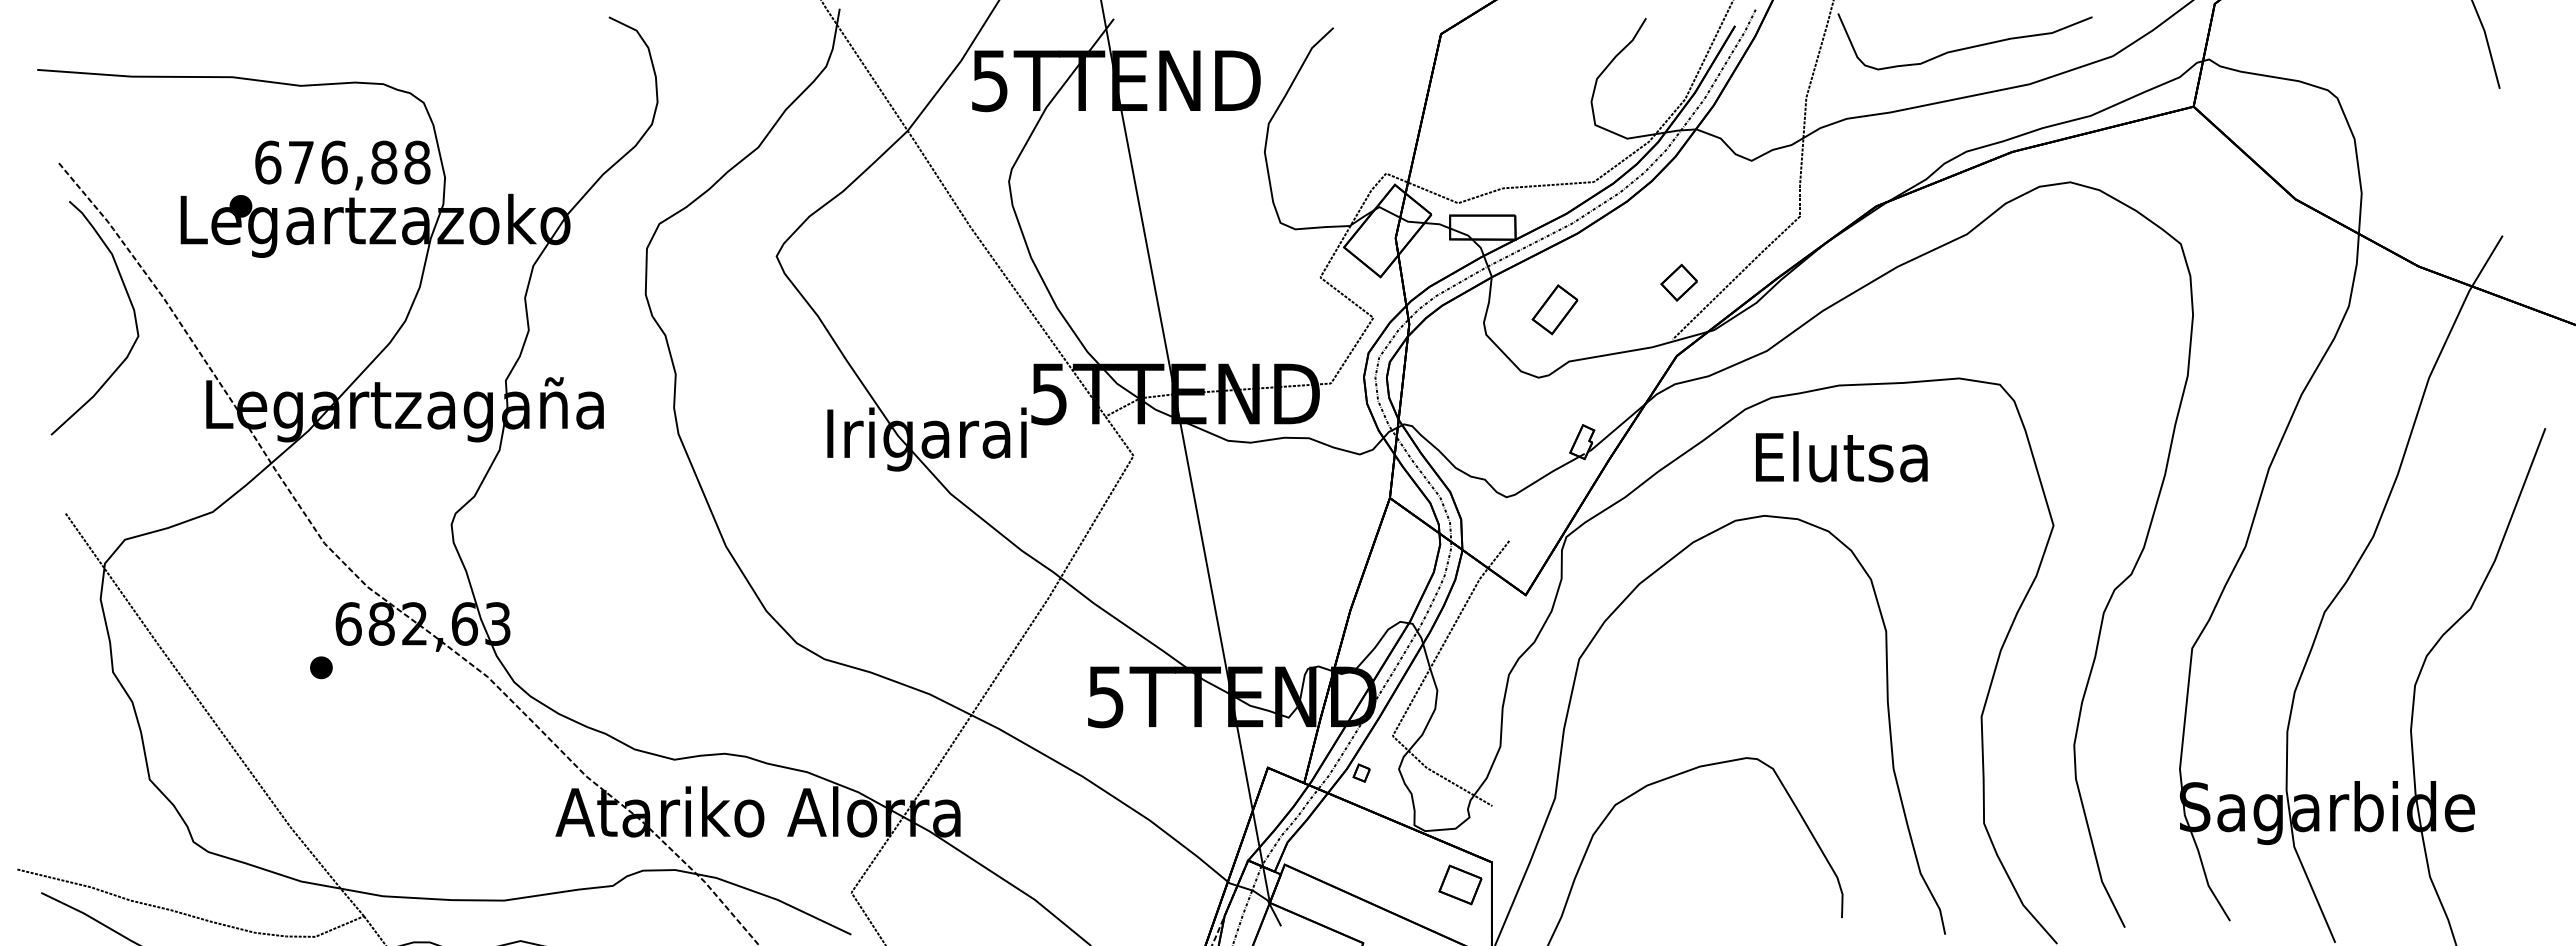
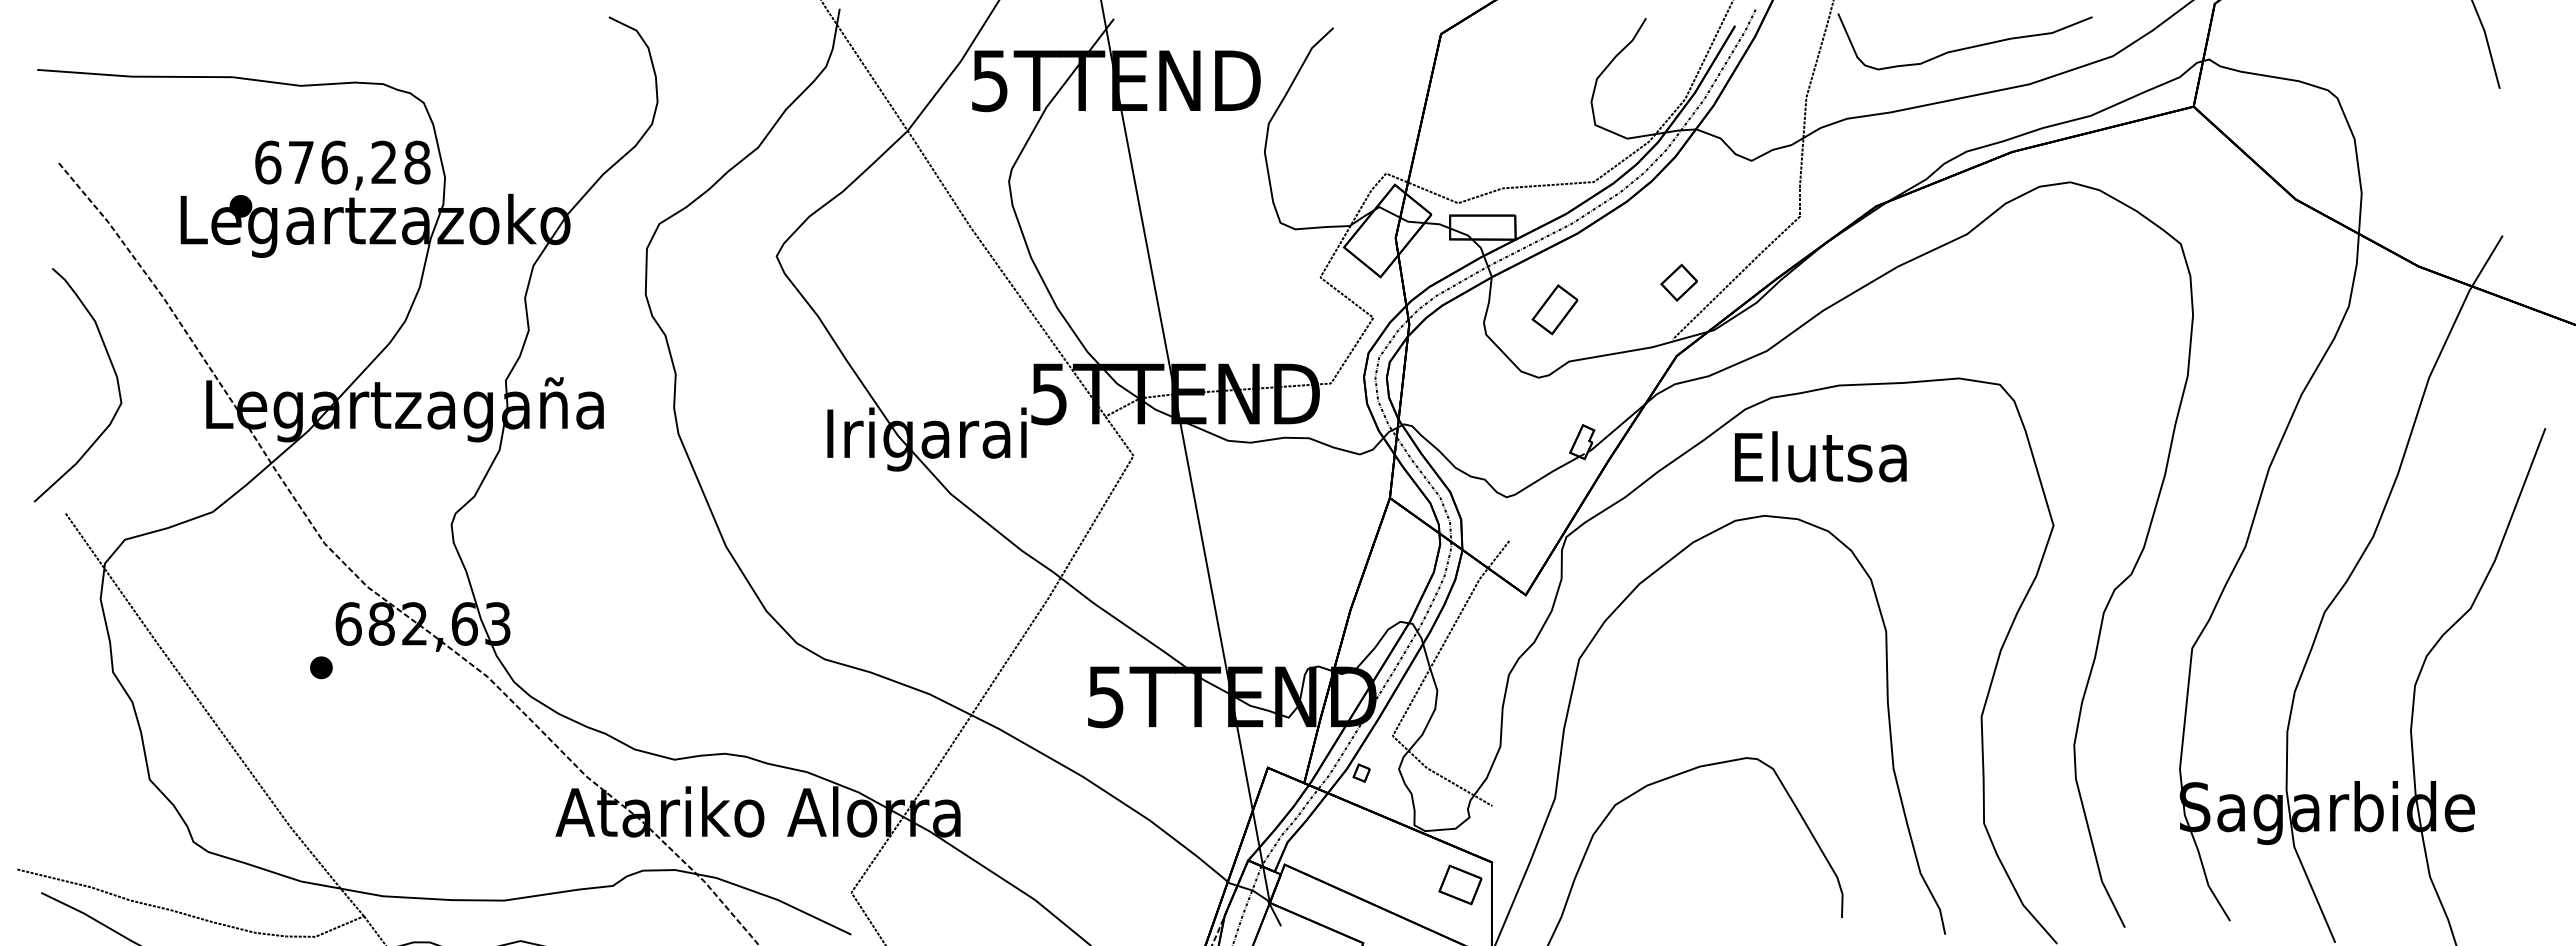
text at (384, 162): 676,88 -> 676,28
curve at (130, 304) position: (130, 304) -> (113, 371)
text at (1841, 456) position: (1841, 456) -> (1820, 456)
